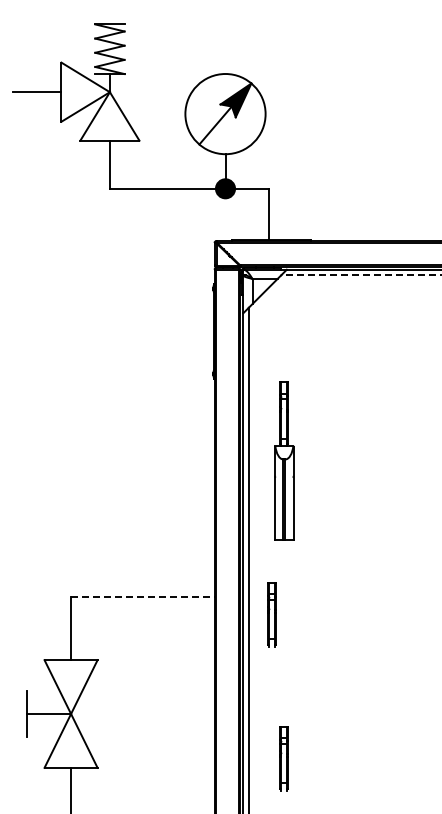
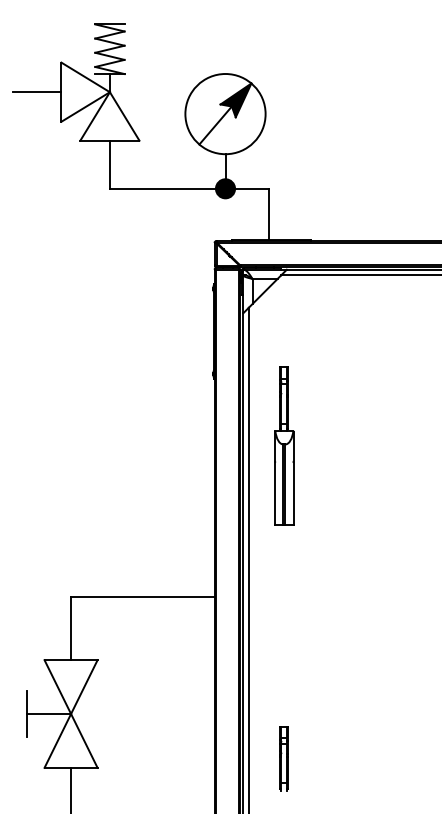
line at (361, 275): dashed -> solid
part at (284, 460) position: (284, 460) -> (284, 445)
line at (142, 597): dashed -> solid
part at (271, 614): present -> none
